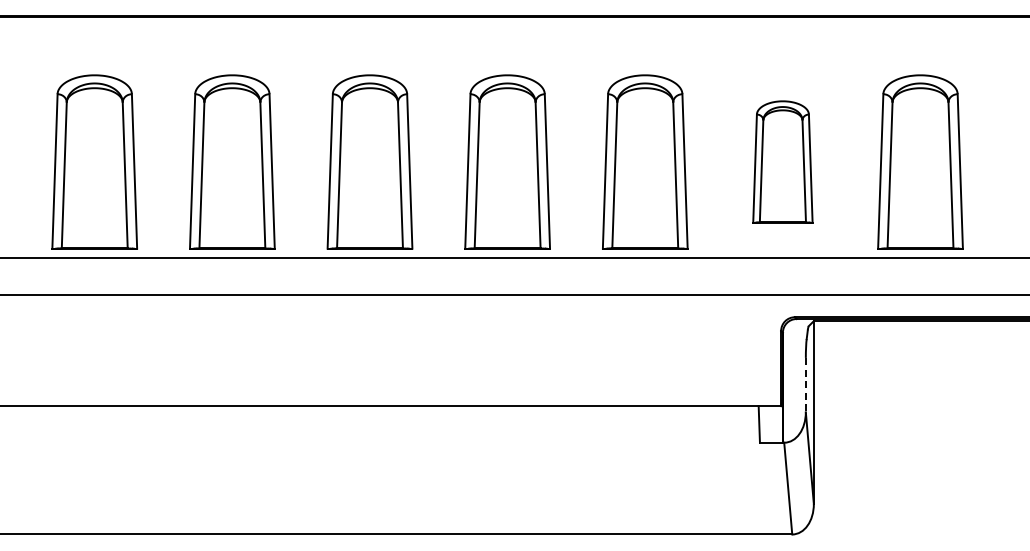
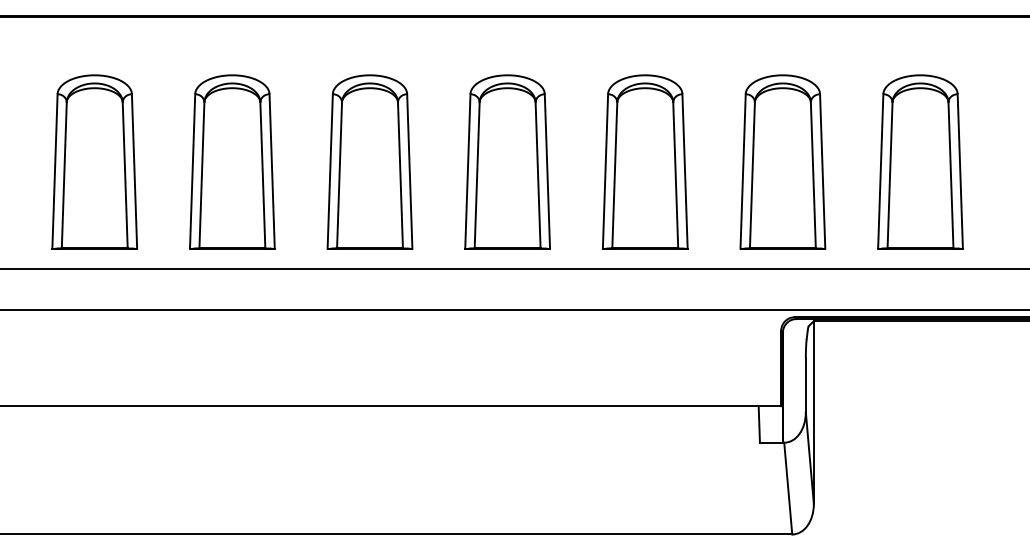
part at (782, 161) size: 62x124 px -> 88x176 px
line at (514, 258) position: (514, 258) -> (514, 269)
line at (514, 295) position: (514, 295) -> (514, 310)
line at (805, 385): dashed -> solid
